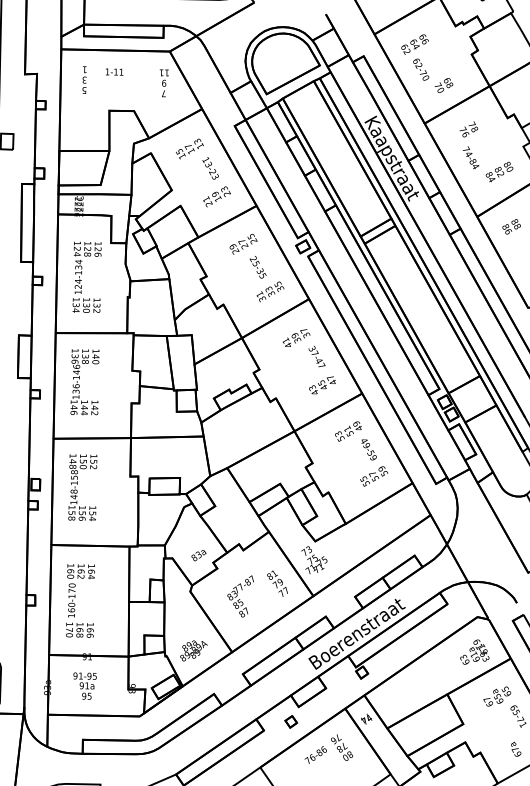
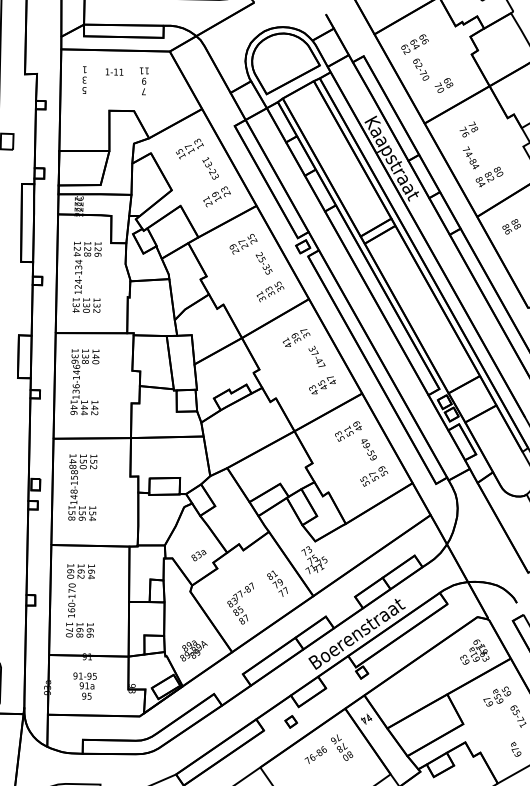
text at (163, 83) position: (163, 83) -> (143, 81)
text at (499, 171) position: (499, 171) -> (489, 176)
text at (257, 267) position: (257, 267) -> (263, 263)
text at (240, 596) position: (240, 596) -> (240, 603)
